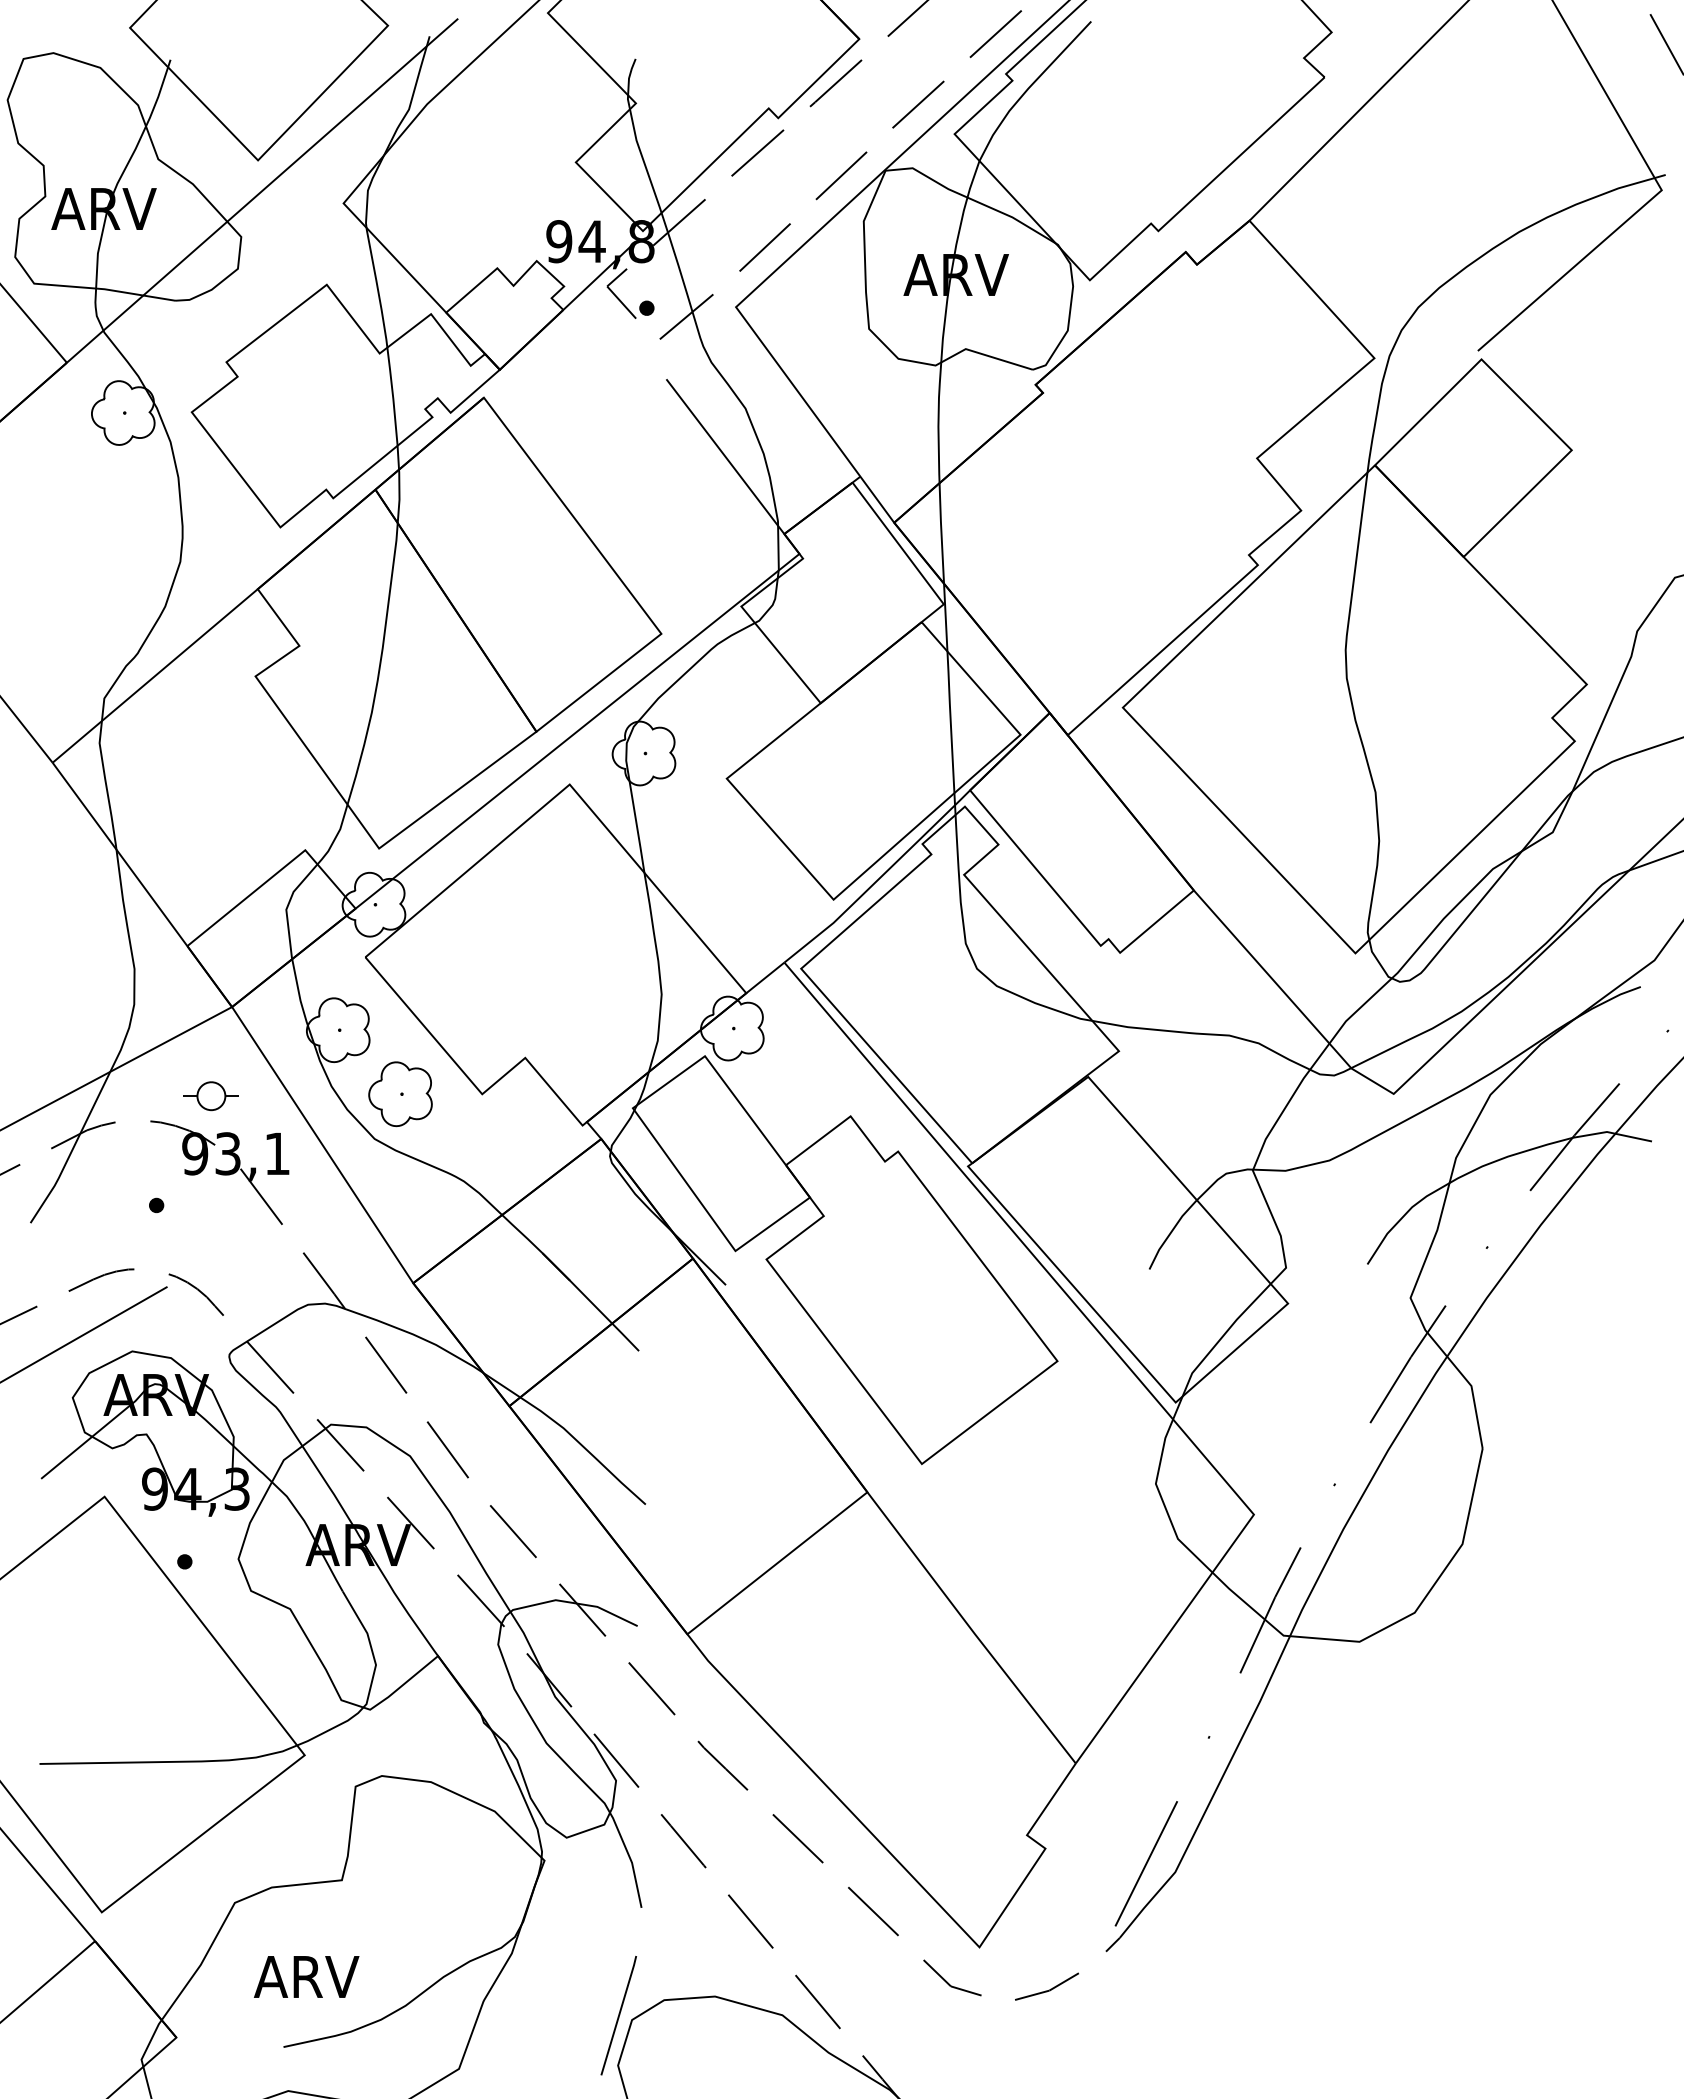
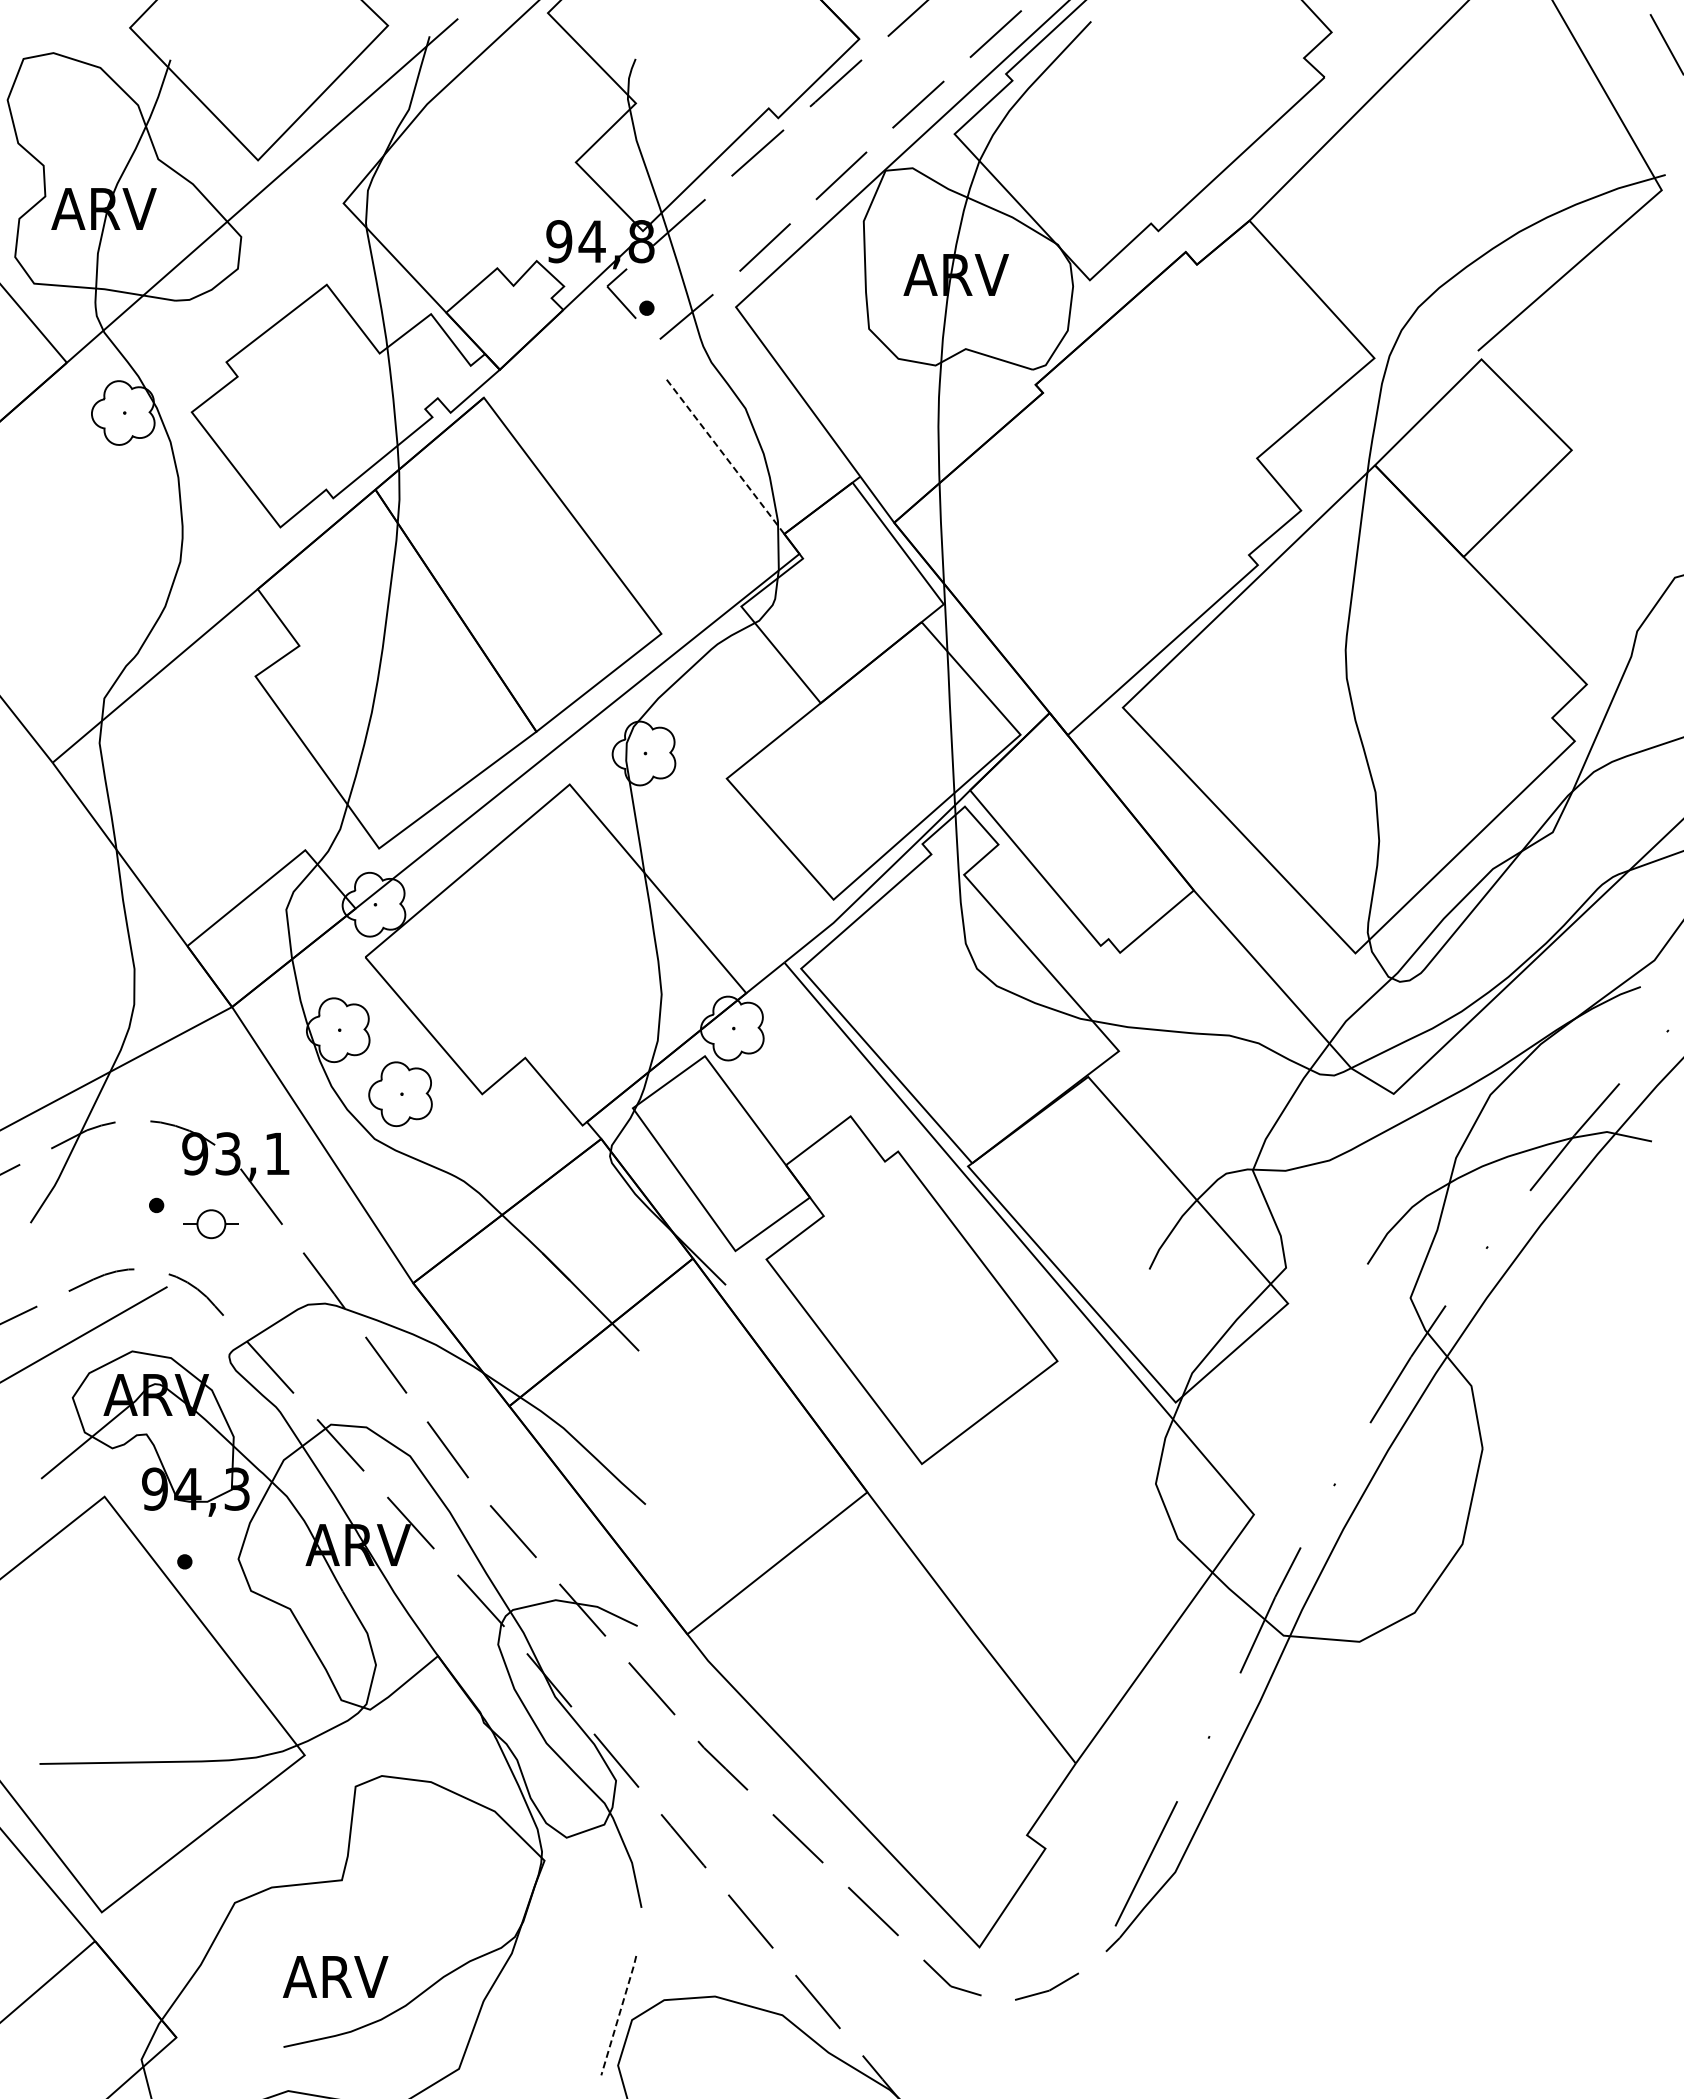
line at (725, 456): solid -> dashed
part at (210, 1096) position: (210, 1096) -> (210, 1224)
text at (306, 1976) position: (306, 1976) -> (335, 1976)
line at (619, 2015): solid -> dashed
